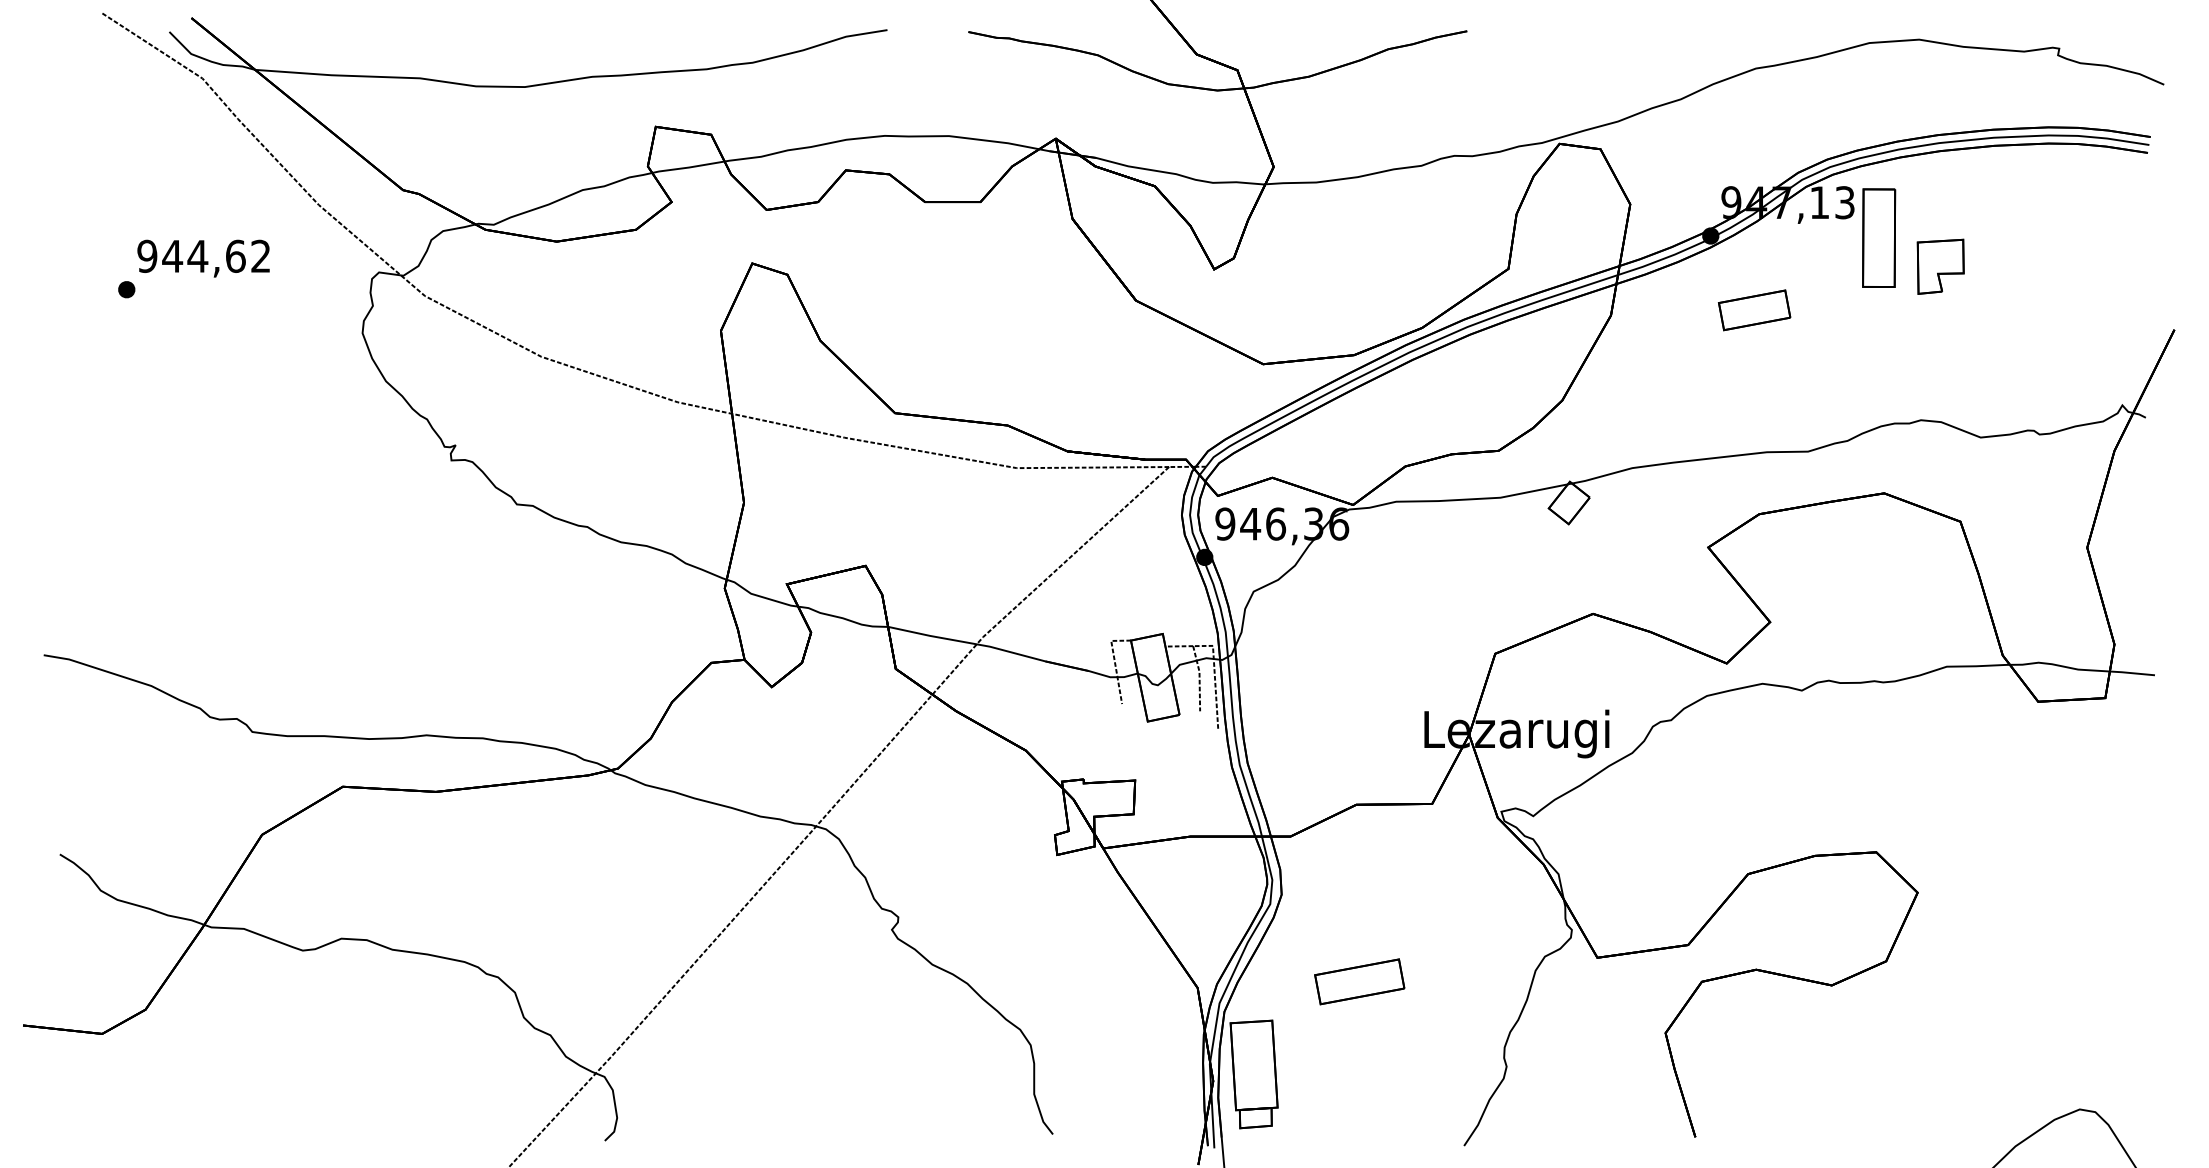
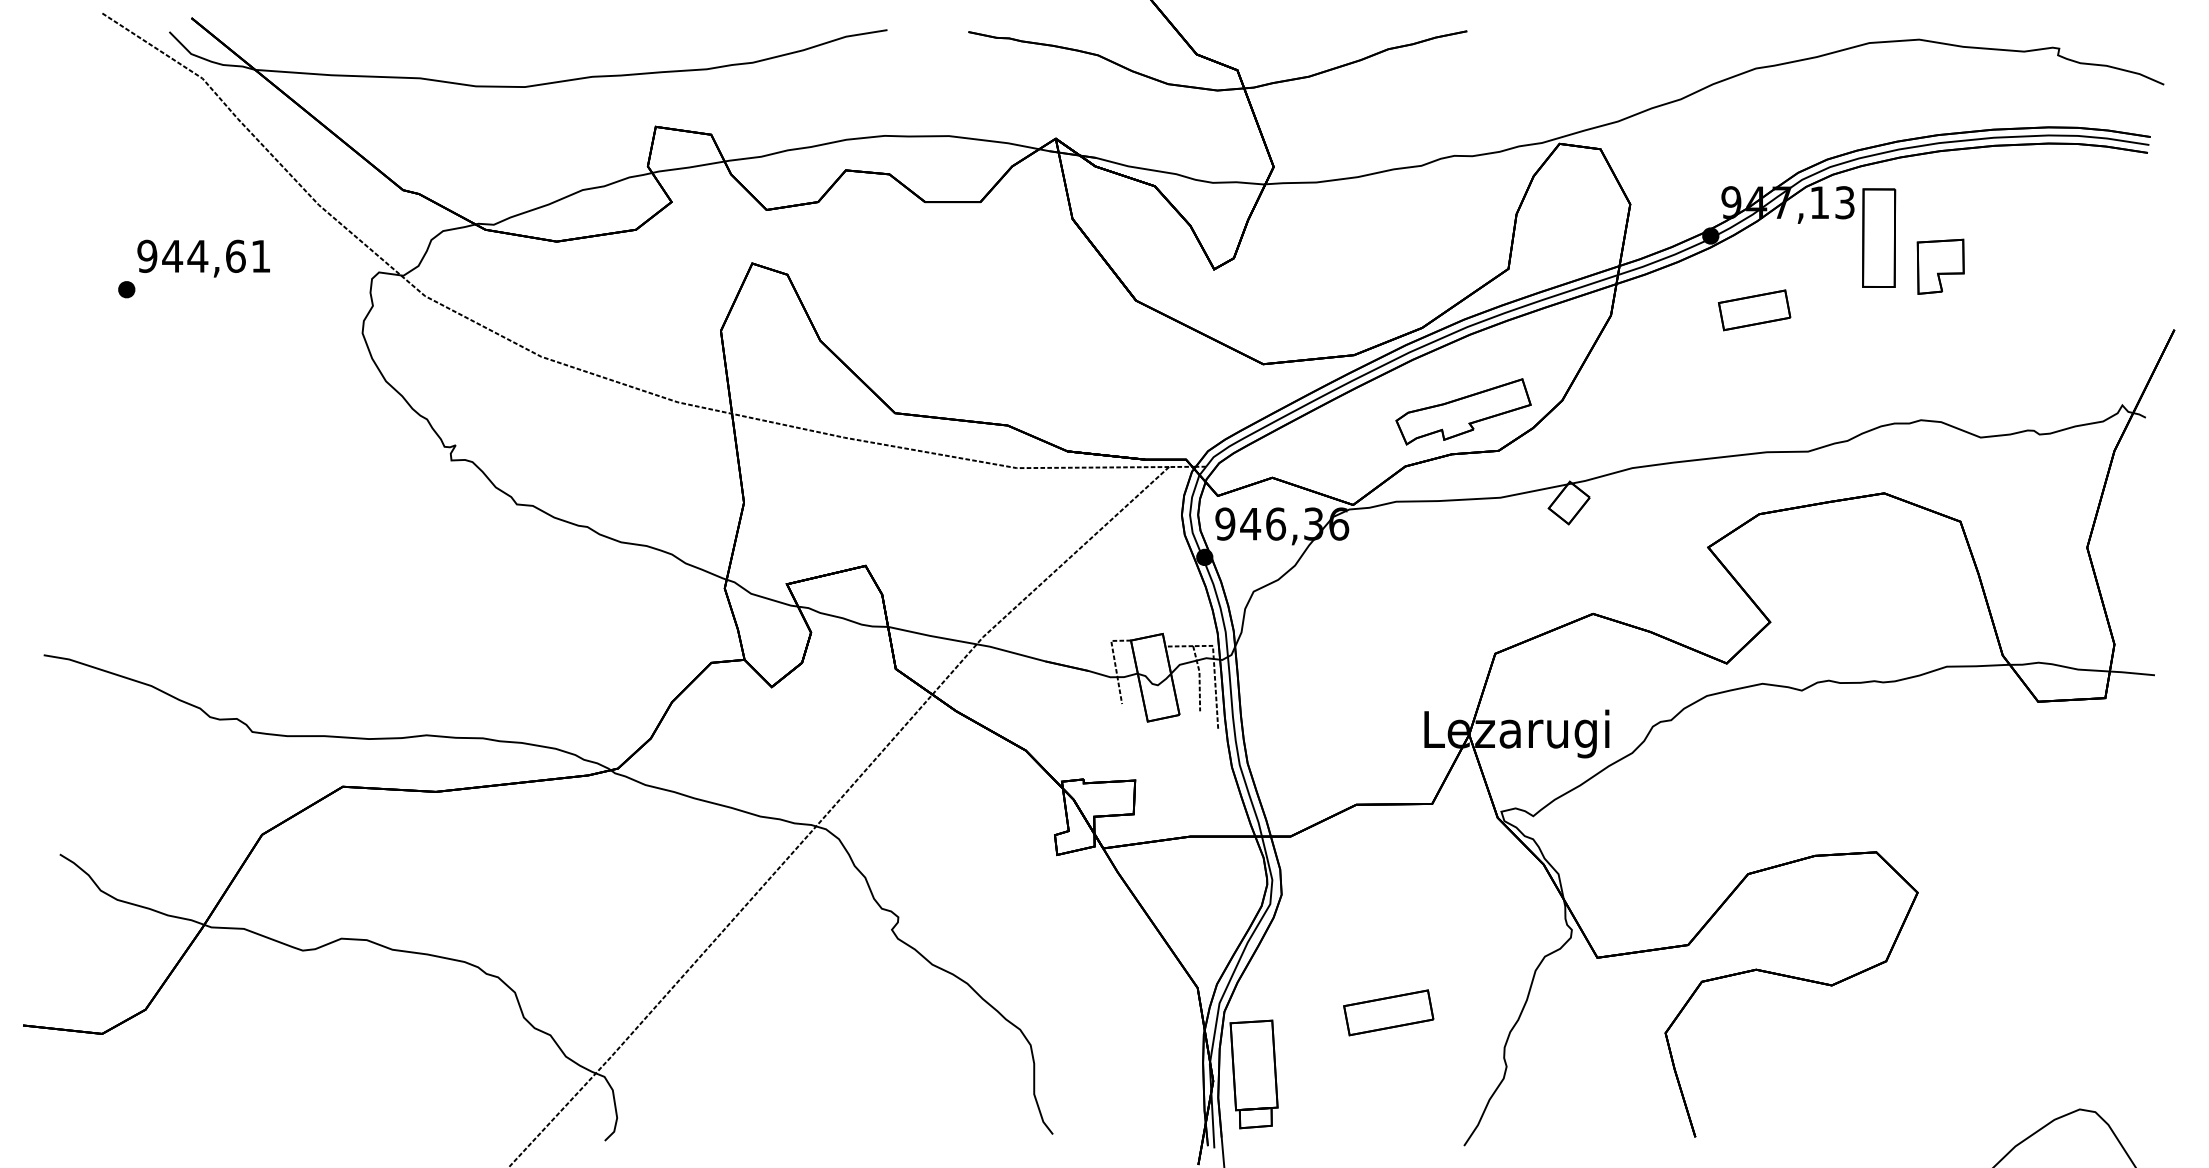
text at (260, 255): 944,62 -> 944,61
part at (1463, 411): none -> present
part at (1359, 981) position: (1359, 981) -> (1388, 1012)
